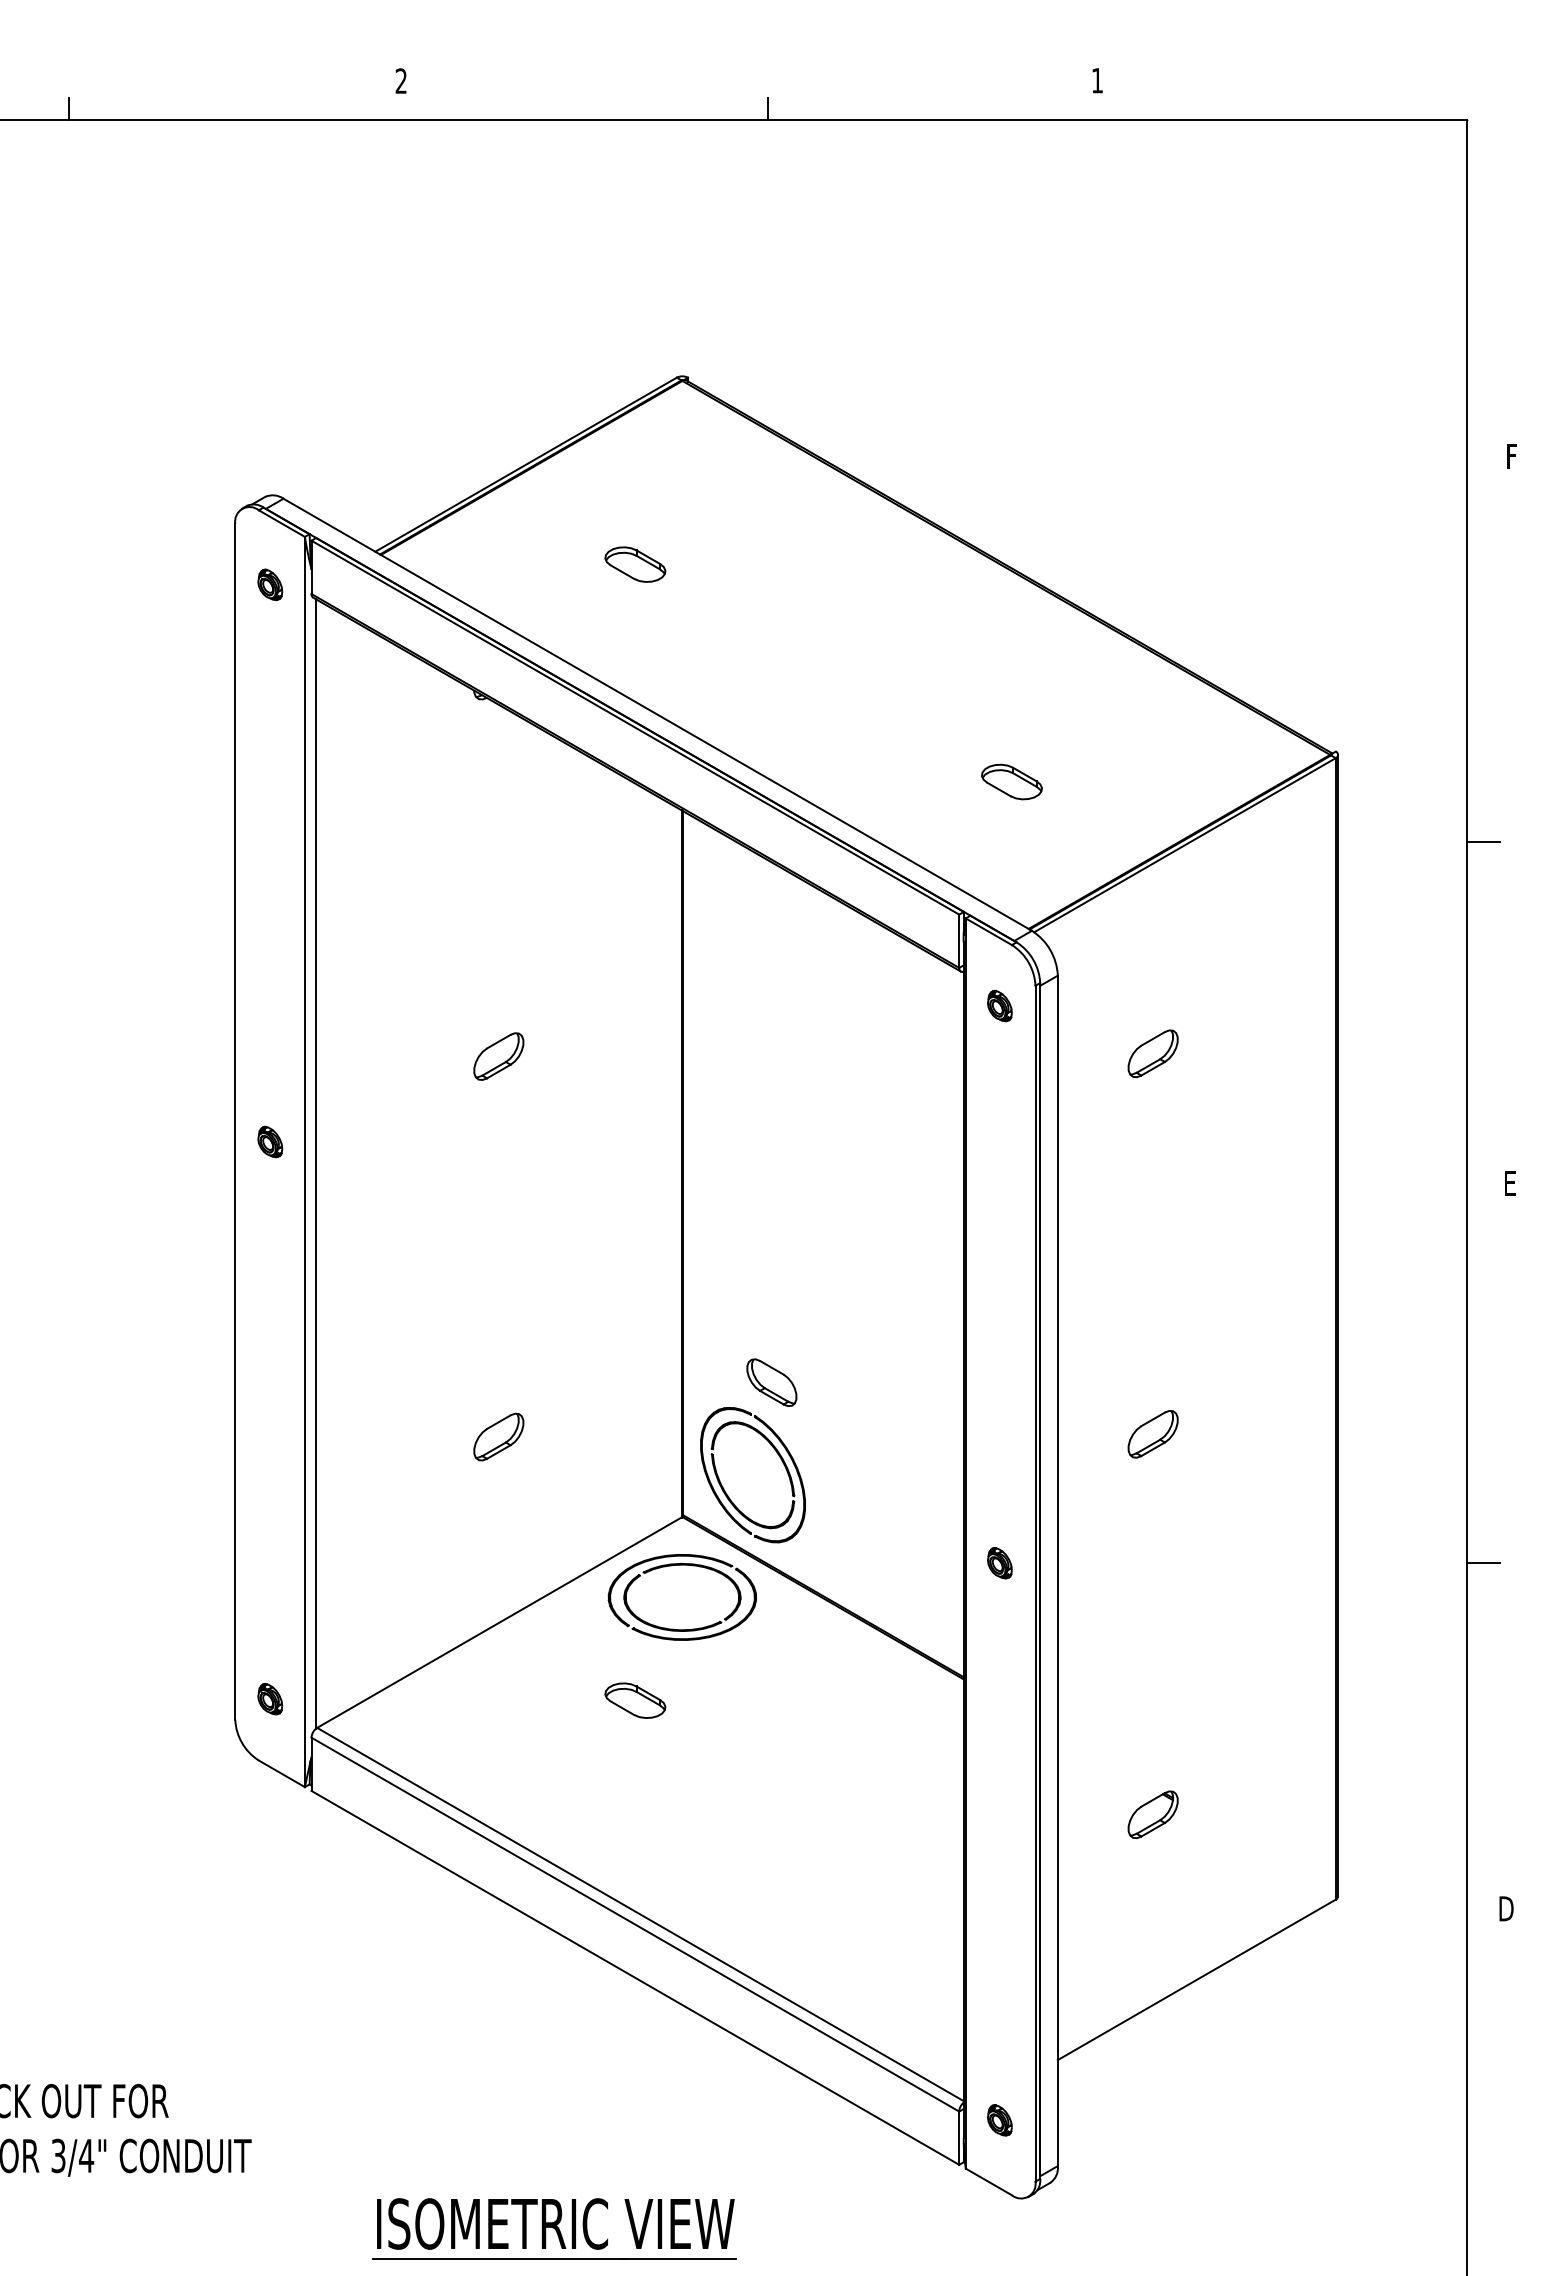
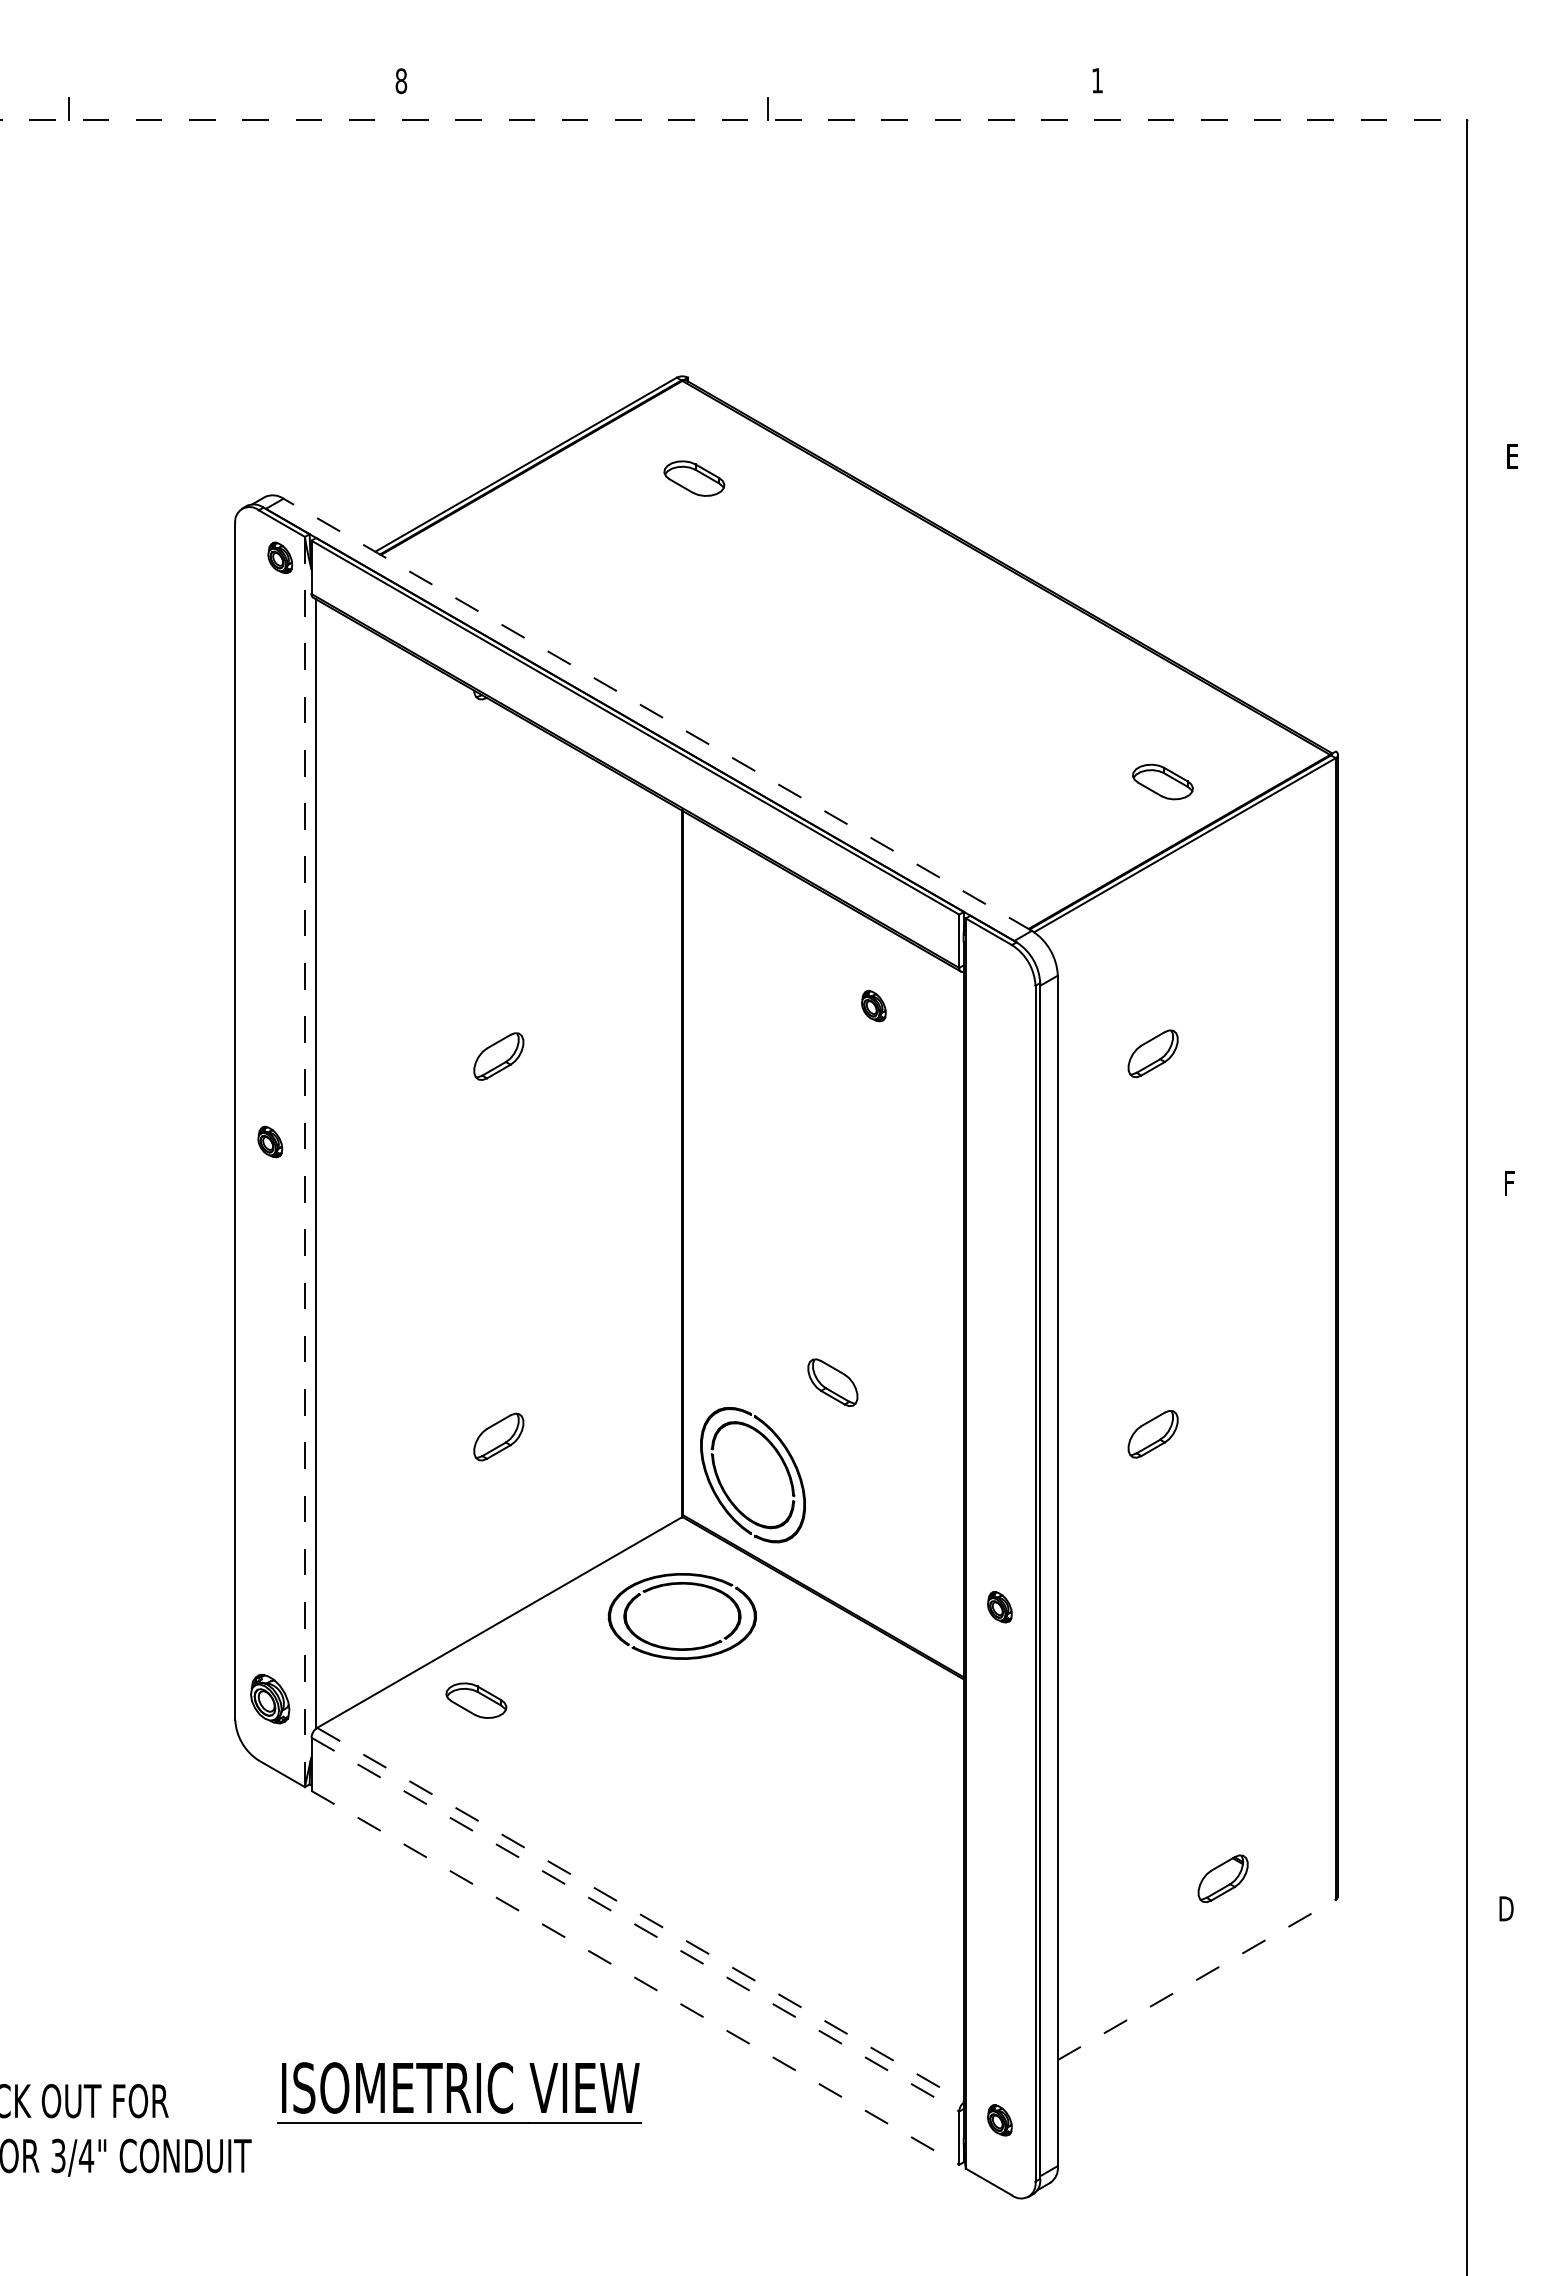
text at (401, 81): 2 -> 8
line at (734, 120): solid -> dashed
text at (1513, 456): F -> E
part at (635, 564) position: (635, 564) -> (694, 478)
part at (270, 584) position: (270, 584) -> (280, 557)
line at (657, 714): solid -> dashed
part at (1011, 781) position: (1011, 781) -> (1162, 781)
line at (1483, 841): present -> none
part at (999, 1005) position: (999, 1005) -> (873, 1005)
line at (304, 1162): solid -> dashed
text at (1511, 1183): E -> F
part at (771, 1382) position: (771, 1382) -> (832, 1382)
line at (1483, 1562): present -> none
part at (999, 1563) position: (999, 1563) -> (999, 1607)
part at (681, 1565) position: (681, 1565) -> (681, 1584)
part at (270, 1699) size: 27x33 px -> 41x52 px
part at (635, 1700) position: (635, 1700) -> (476, 1700)
part at (1152, 1814) position: (1152, 1814) -> (1222, 1878)
line at (640, 1914): solid -> dashed
line at (635, 1924): solid -> dashed
line at (635, 1977): solid -> dashed
line at (1197, 1979): solid -> dashed
part at (554, 2228) position: (554, 2228) -> (459, 2092)
